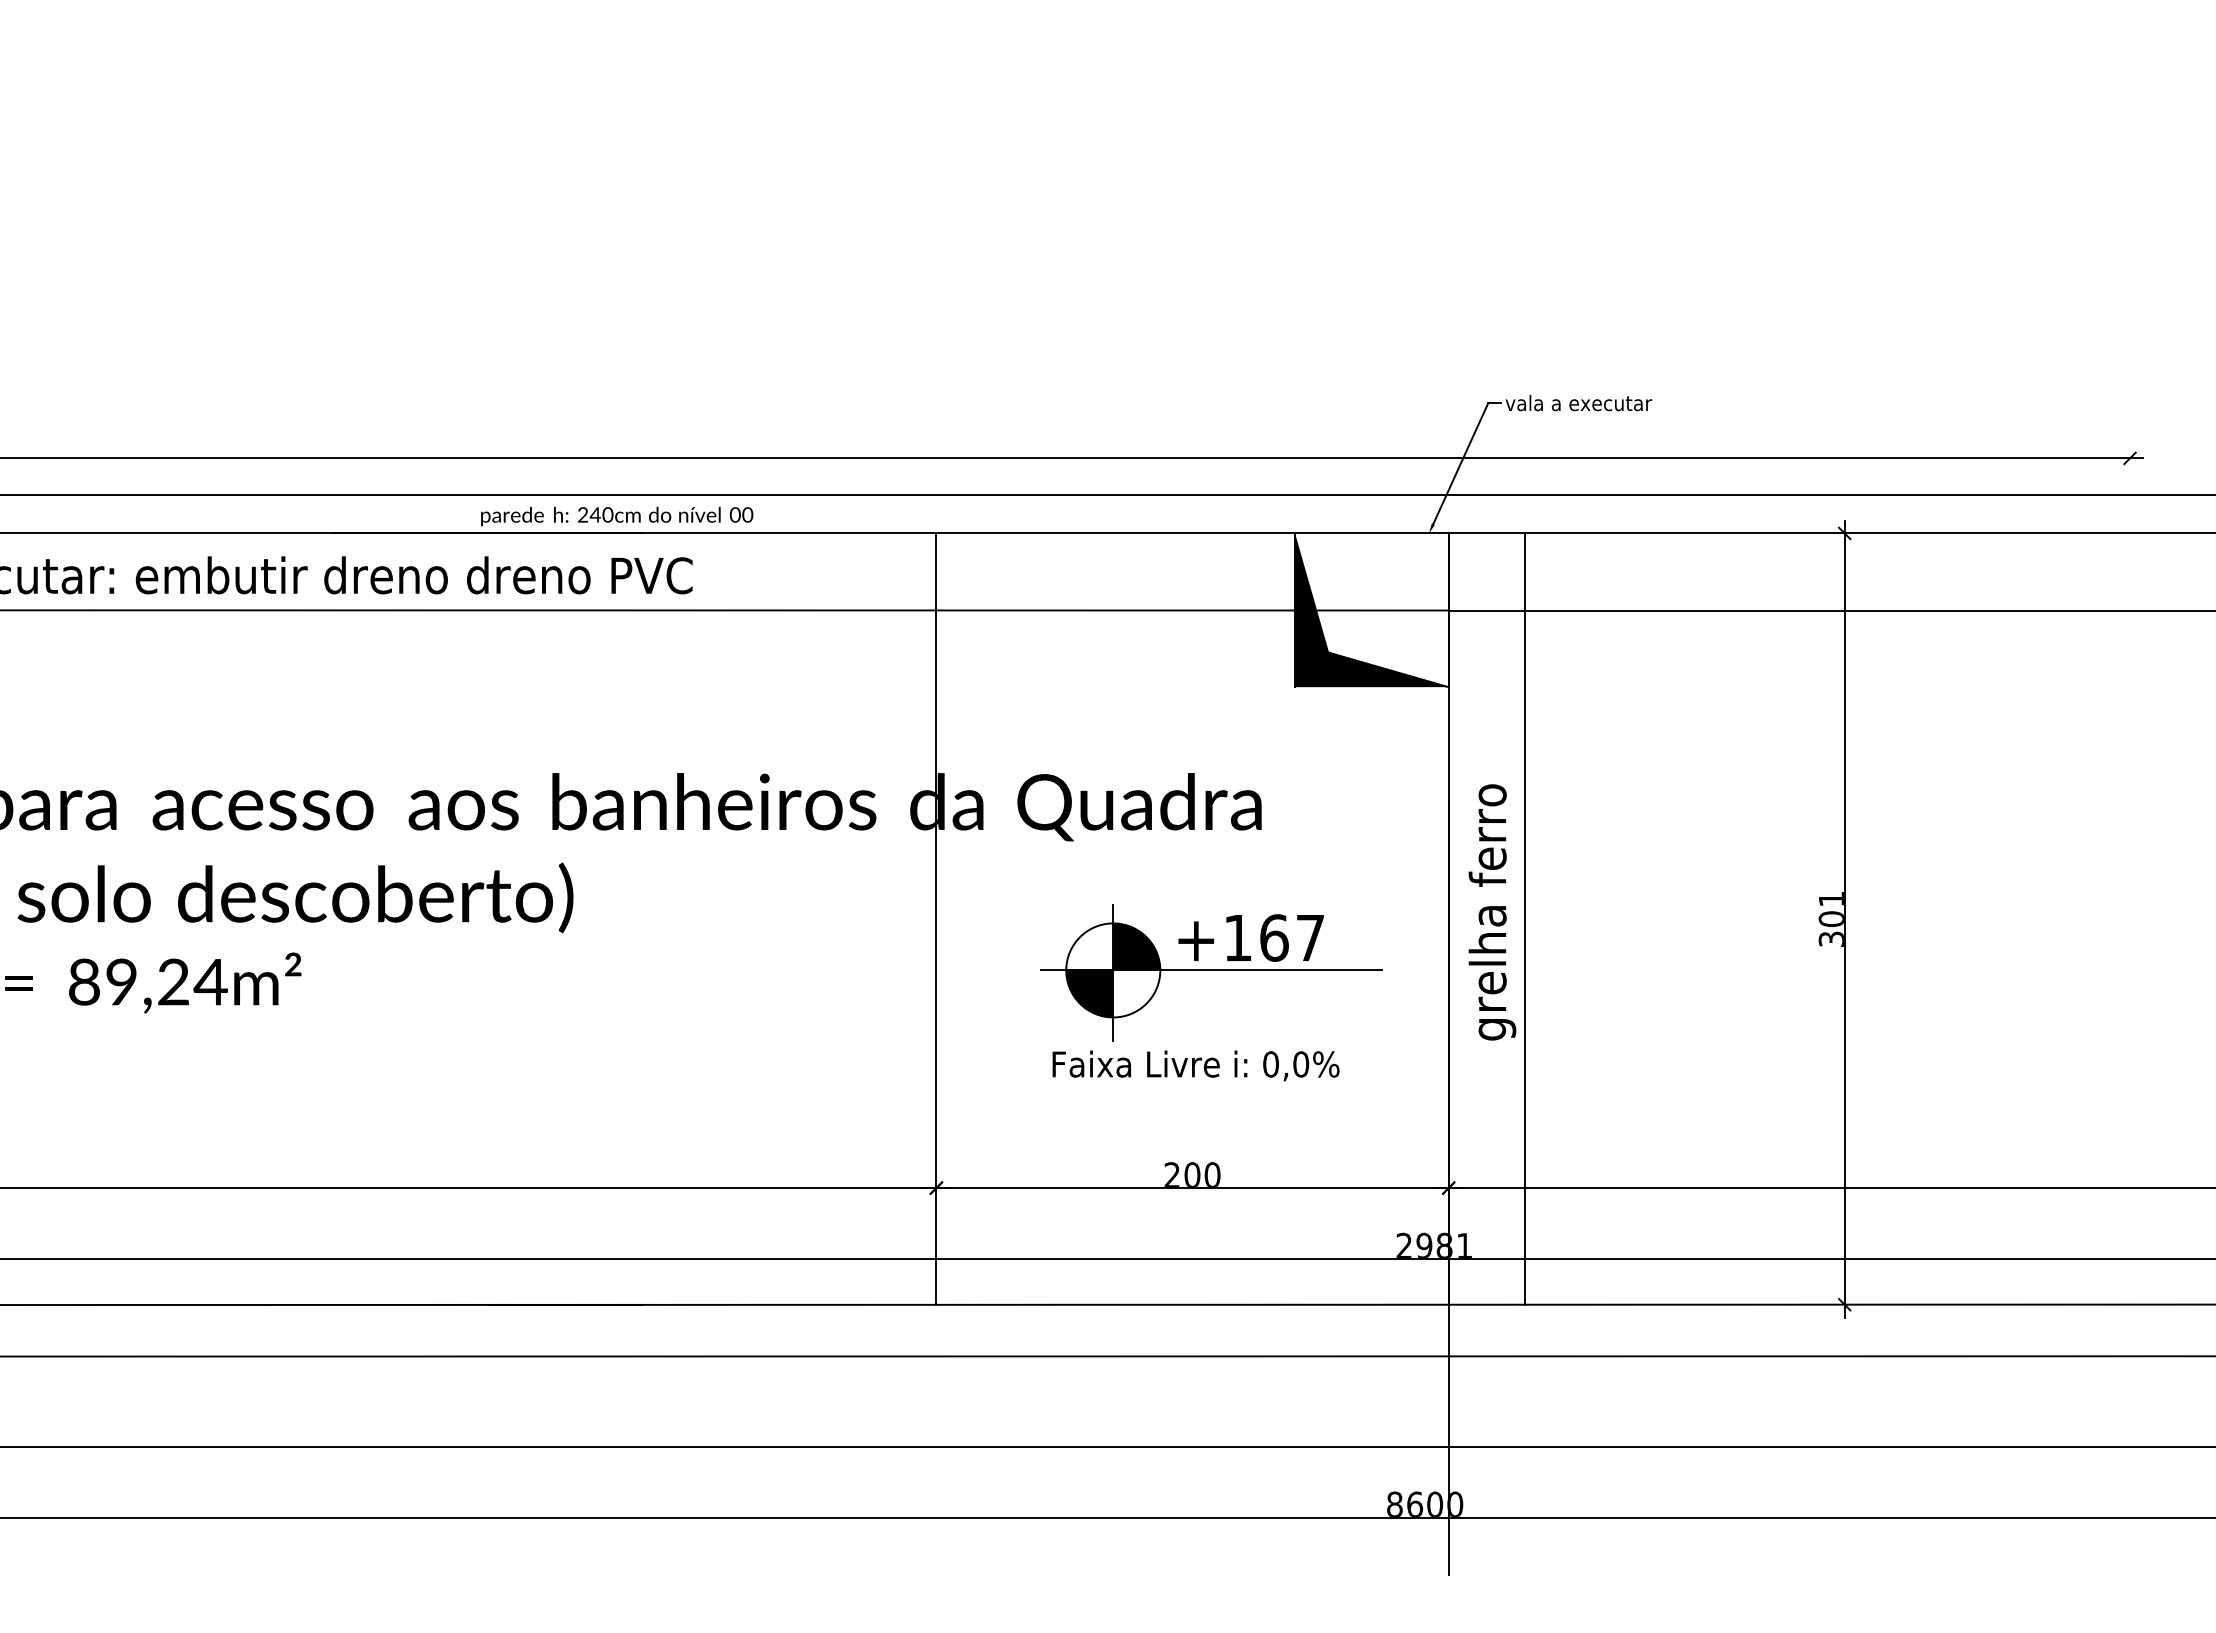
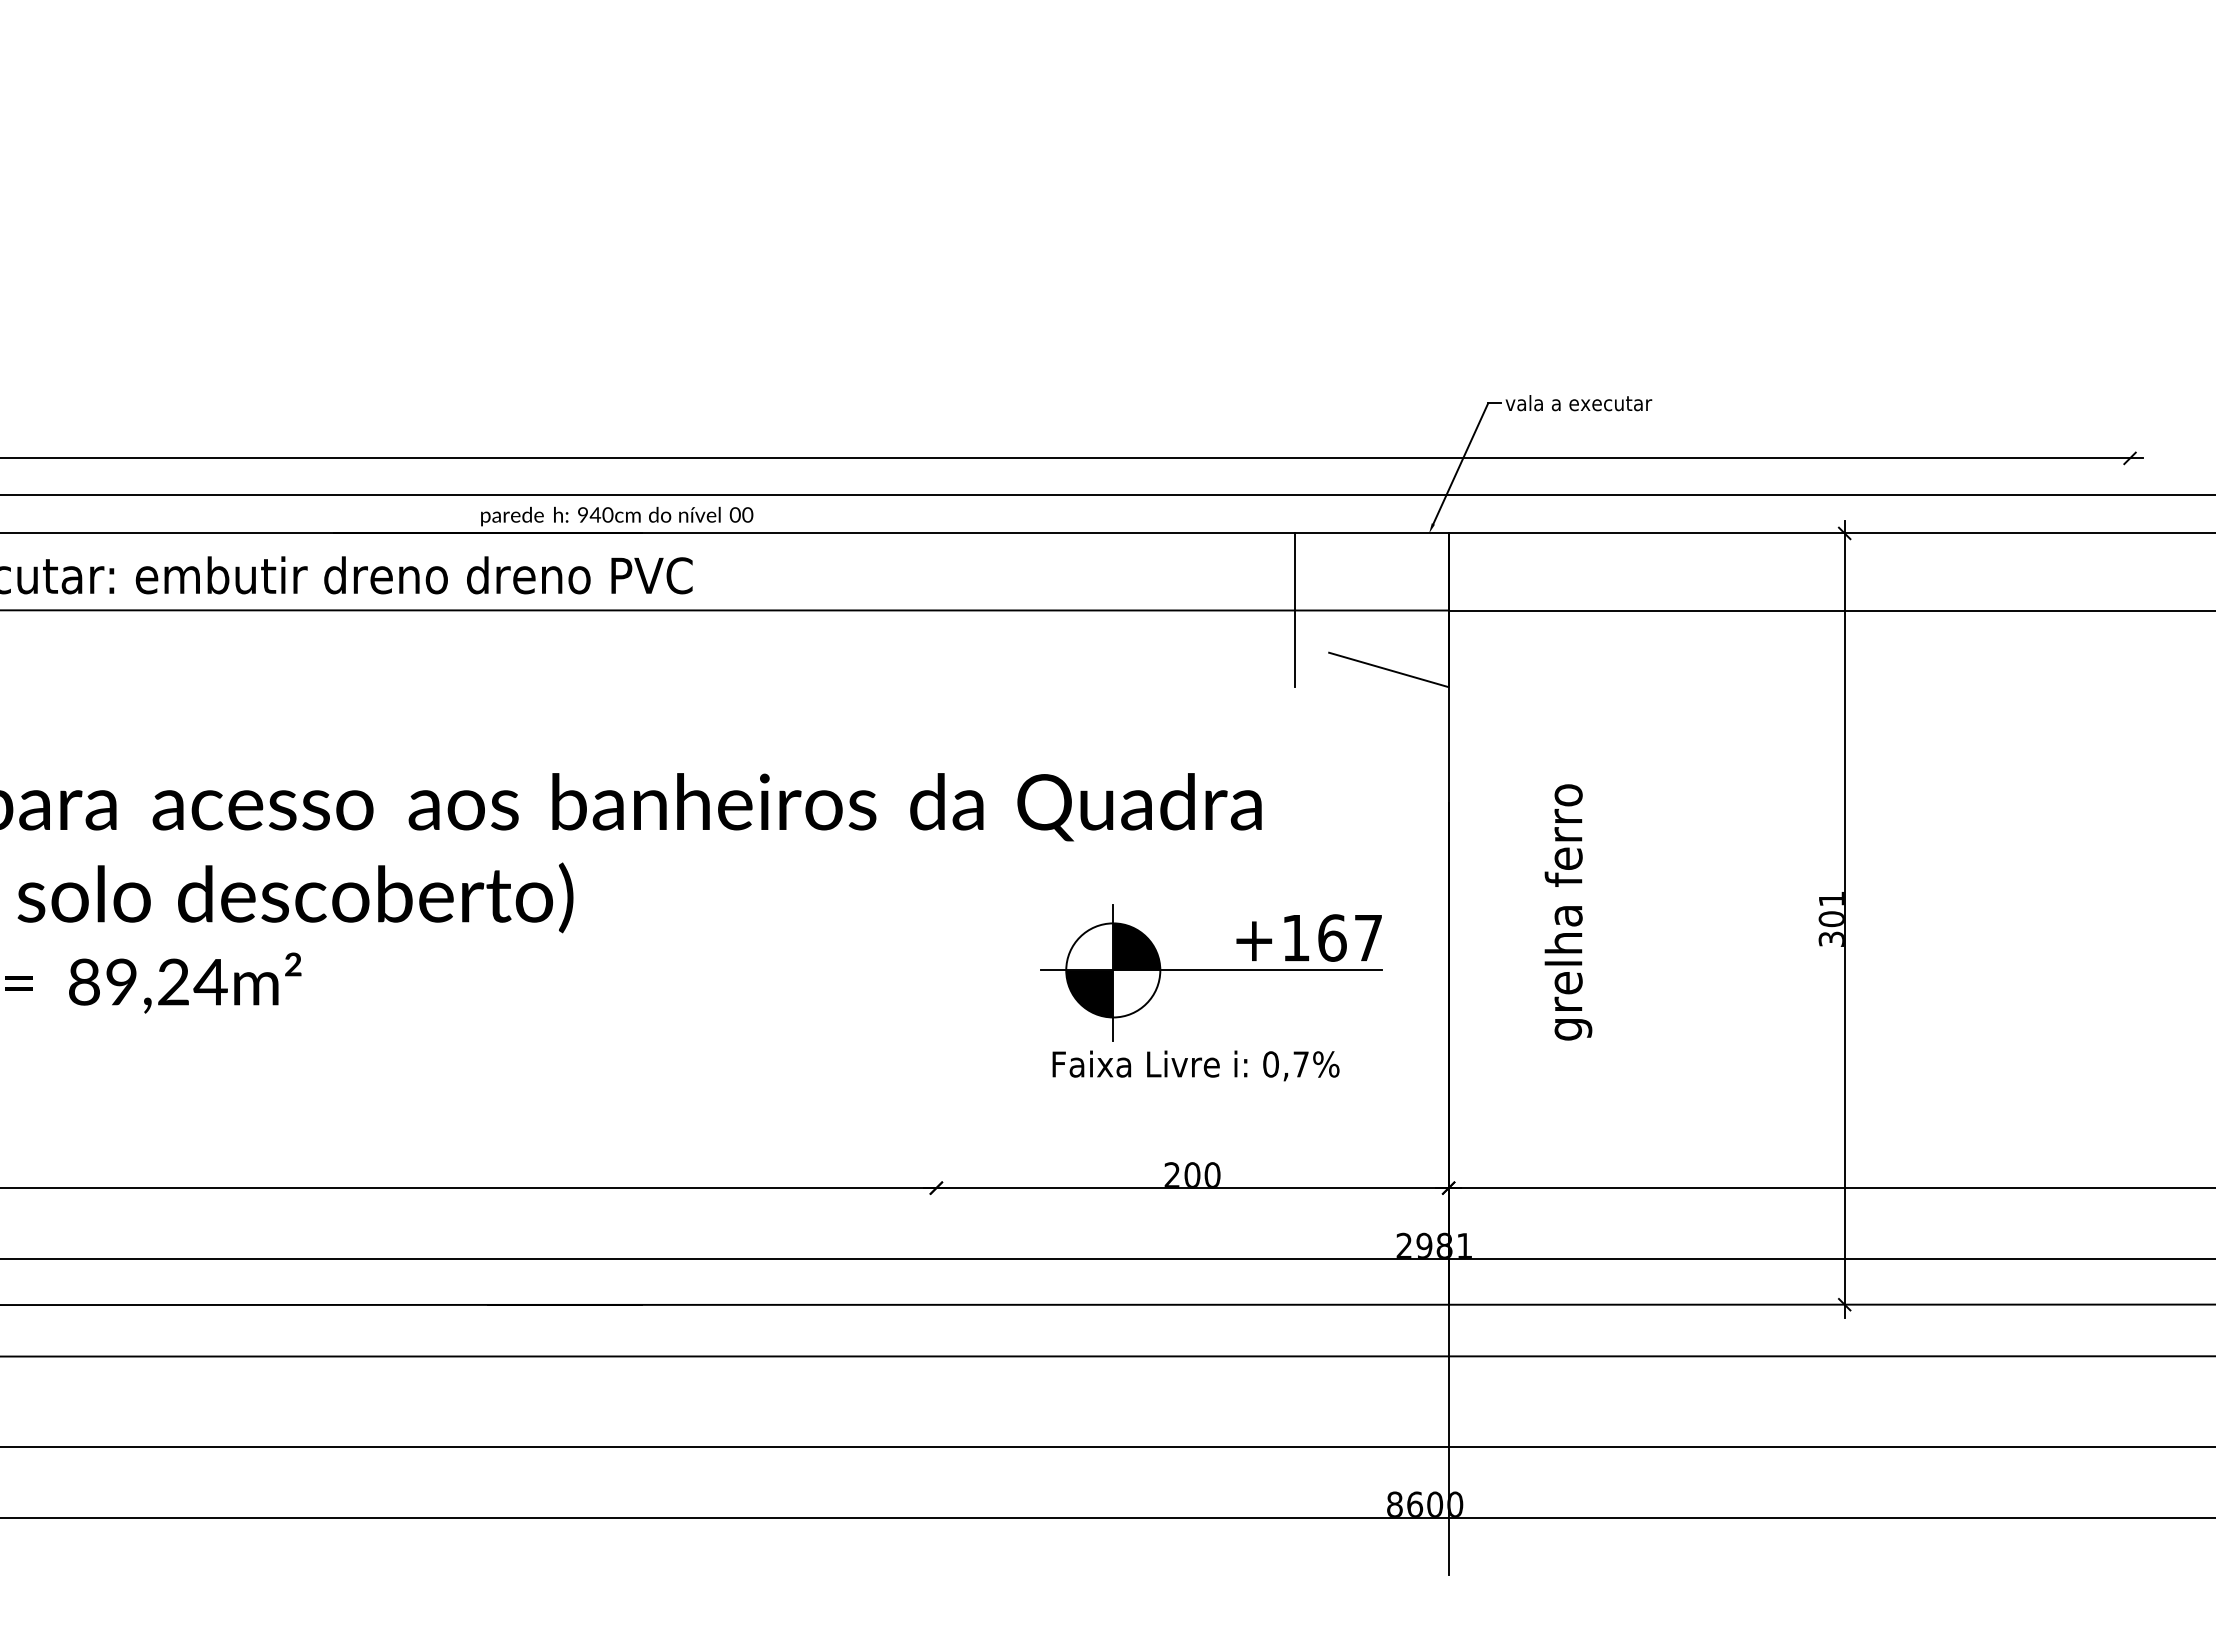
text at (583, 515): 240cm -> 940cm
fill at (1371, 609): present -> none
text at (1492, 912) position: (1492, 912) -> (1568, 912)
line at (936, 918): present -> none
line at (1525, 919): present -> none
text at (1250, 937) position: (1250, 937) -> (1308, 937)
text at (1301, 1064): 0,0%%% -> 0,7%%%
